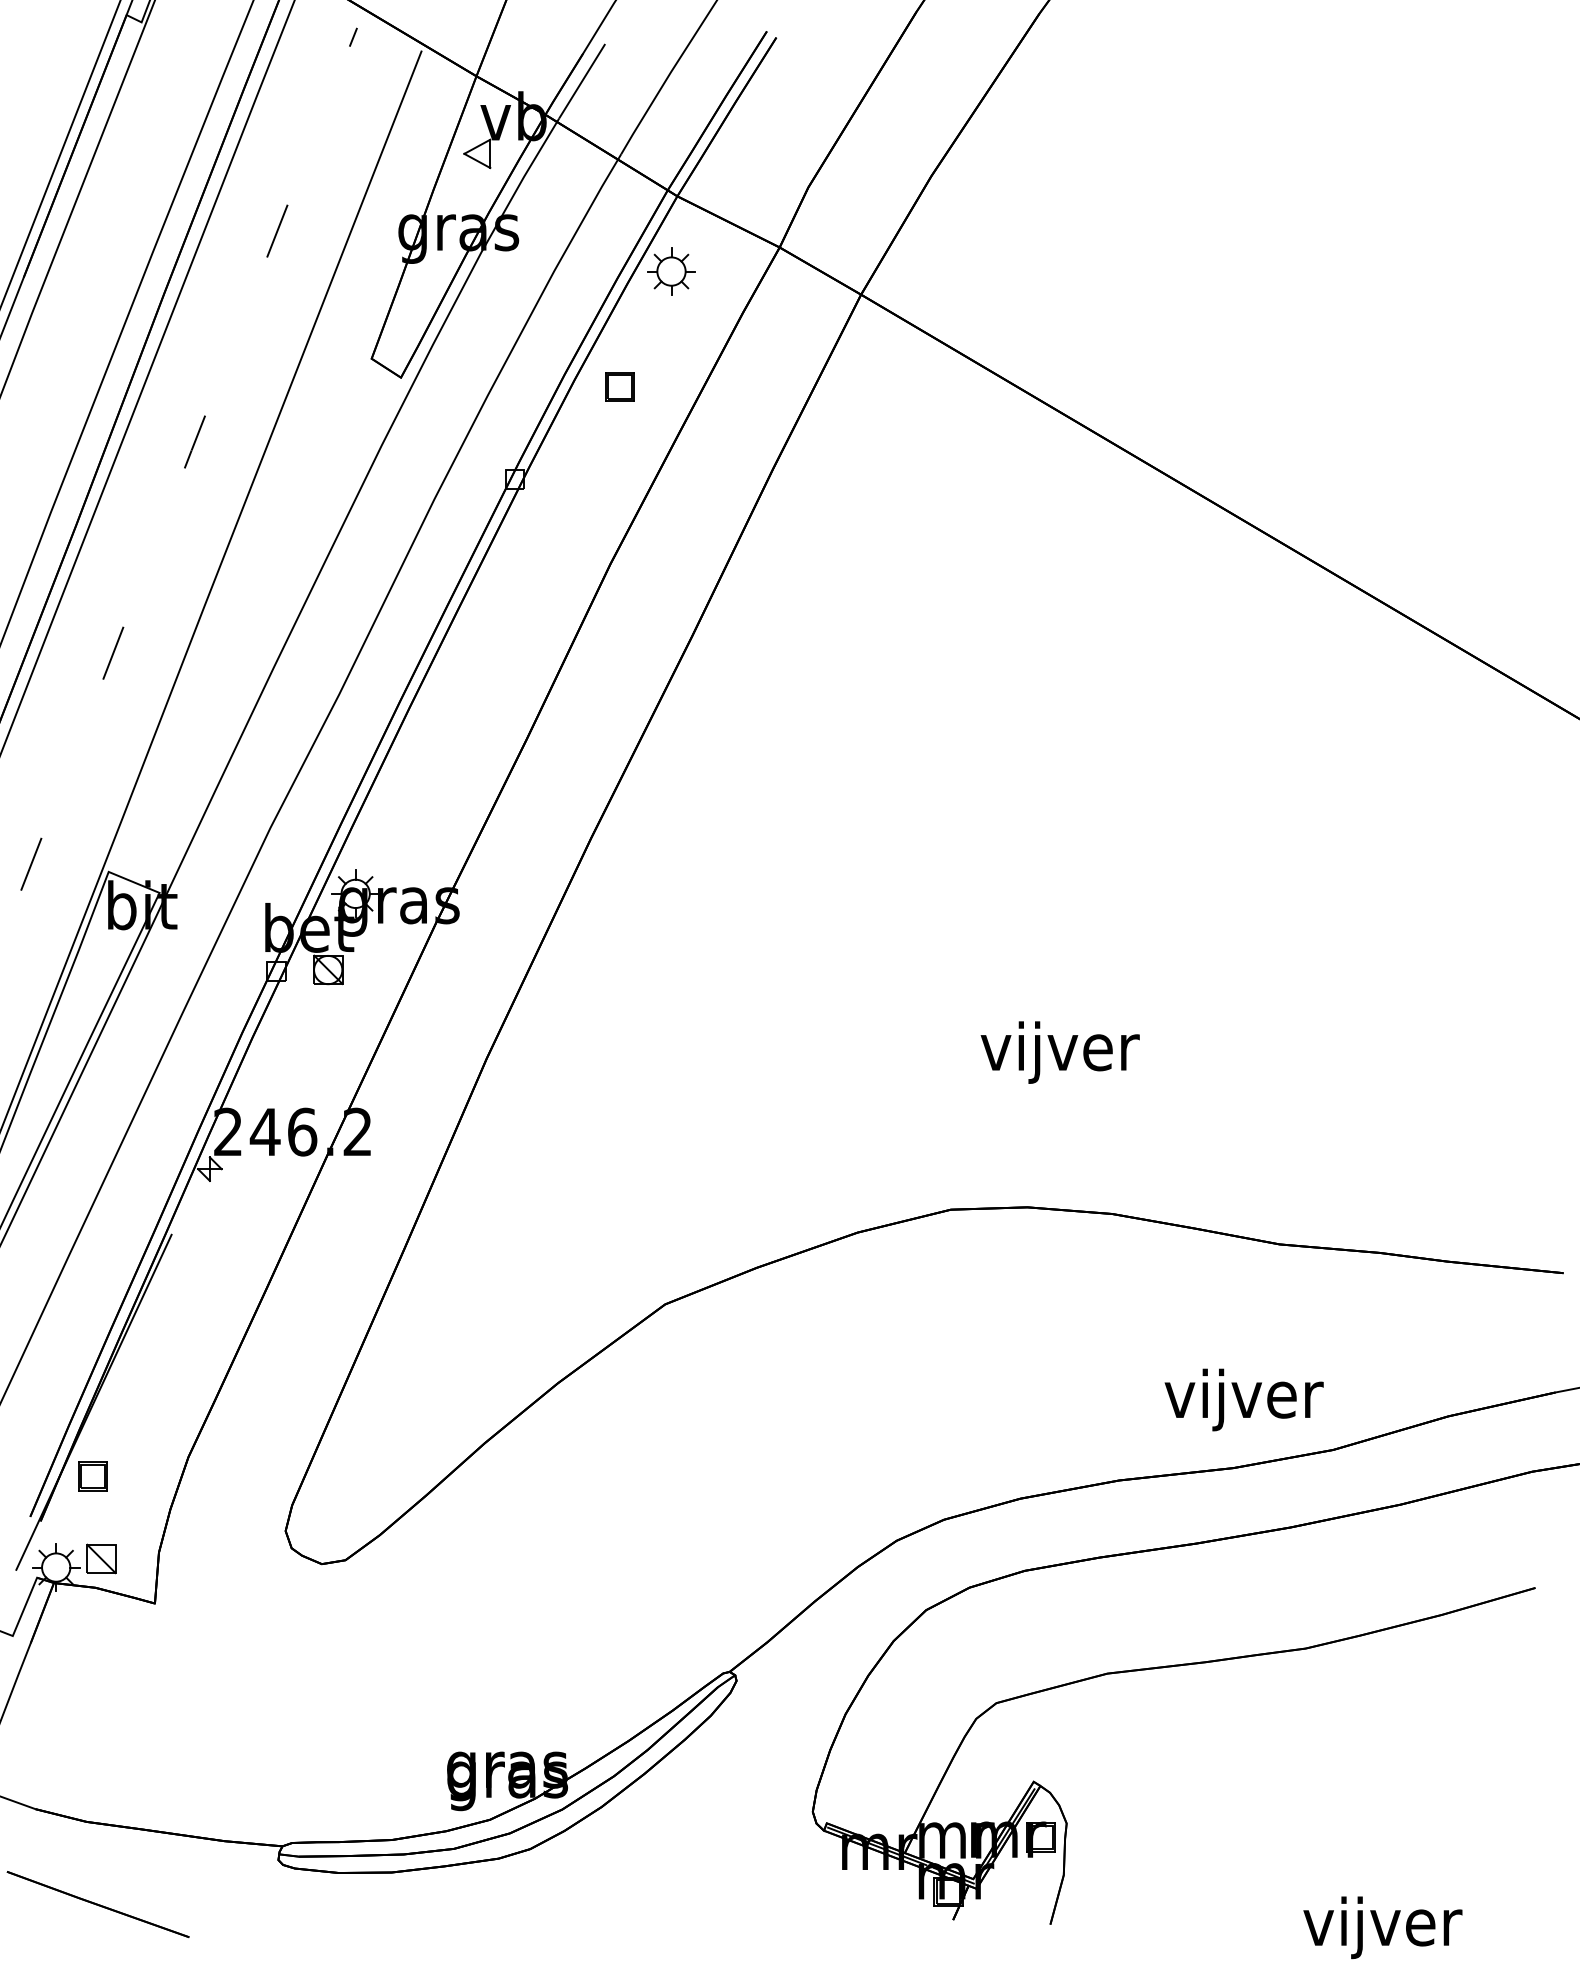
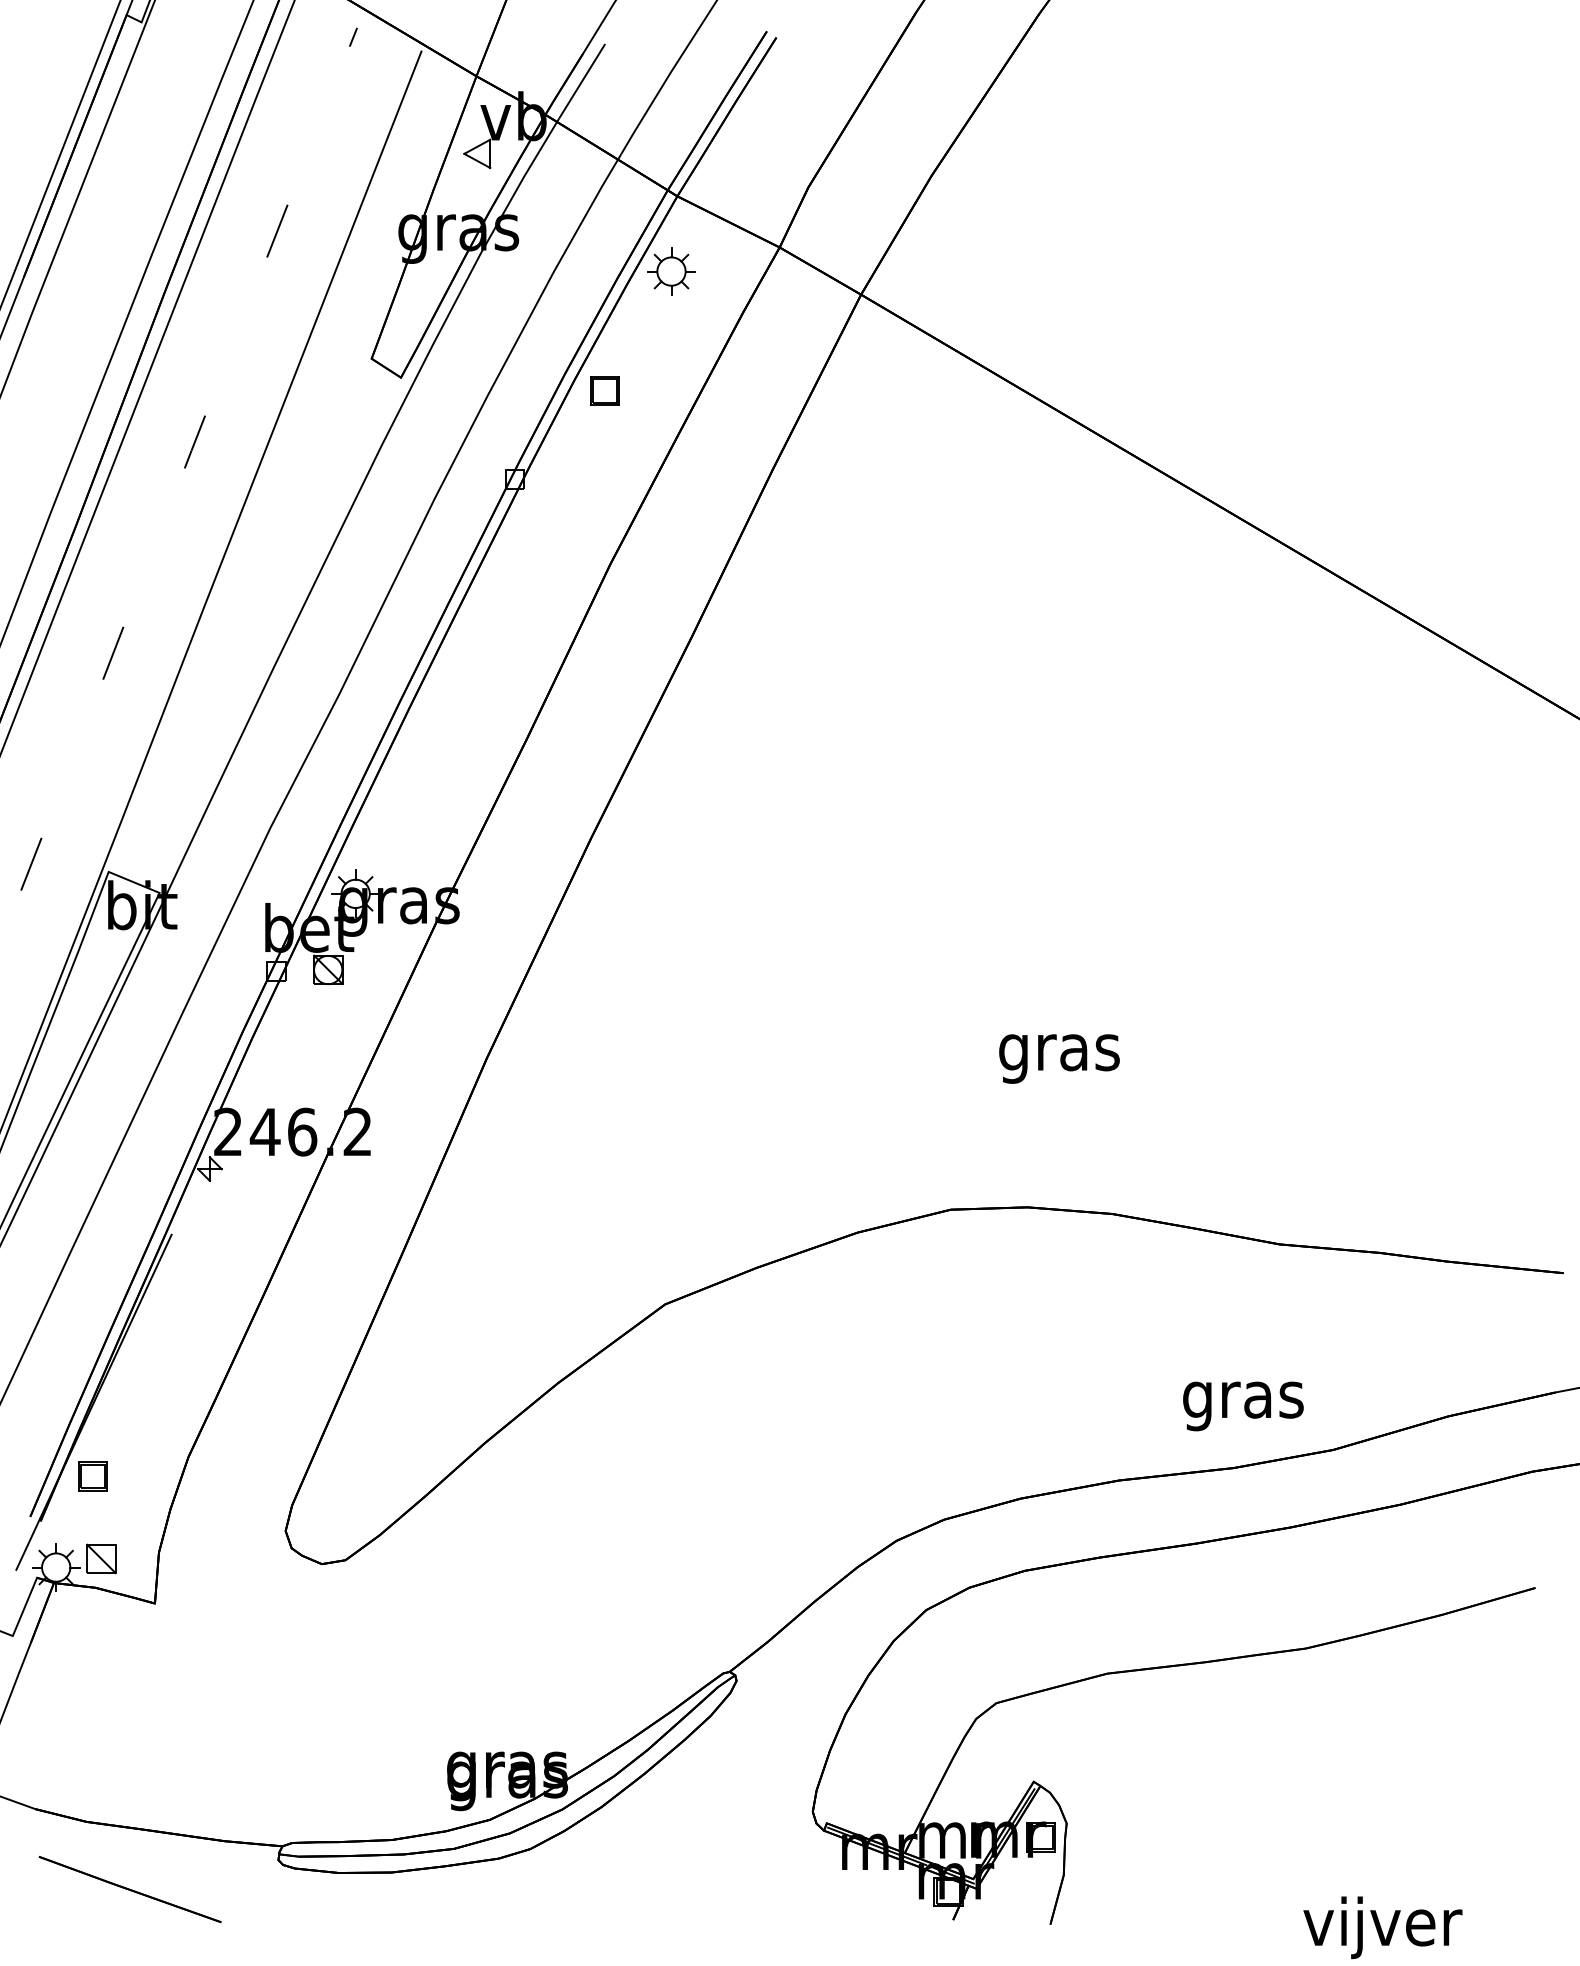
part at (619, 386) position: (619, 386) -> (604, 390)
text at (1059, 1052): vijver -> gras
text at (1243, 1399): vijver -> gras
line at (97, 1904) position: (97, 1904) -> (129, 1889)
